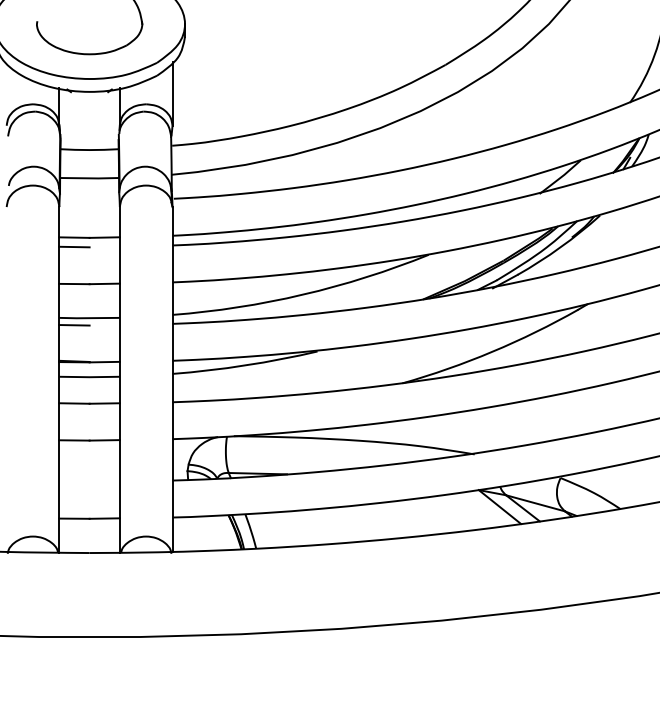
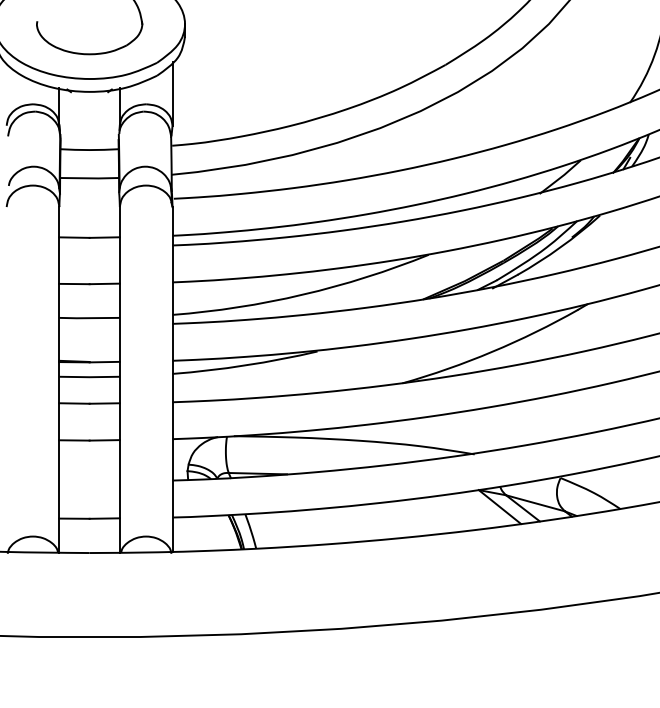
line at (74, 246): present -> none
line at (74, 325): present -> none
